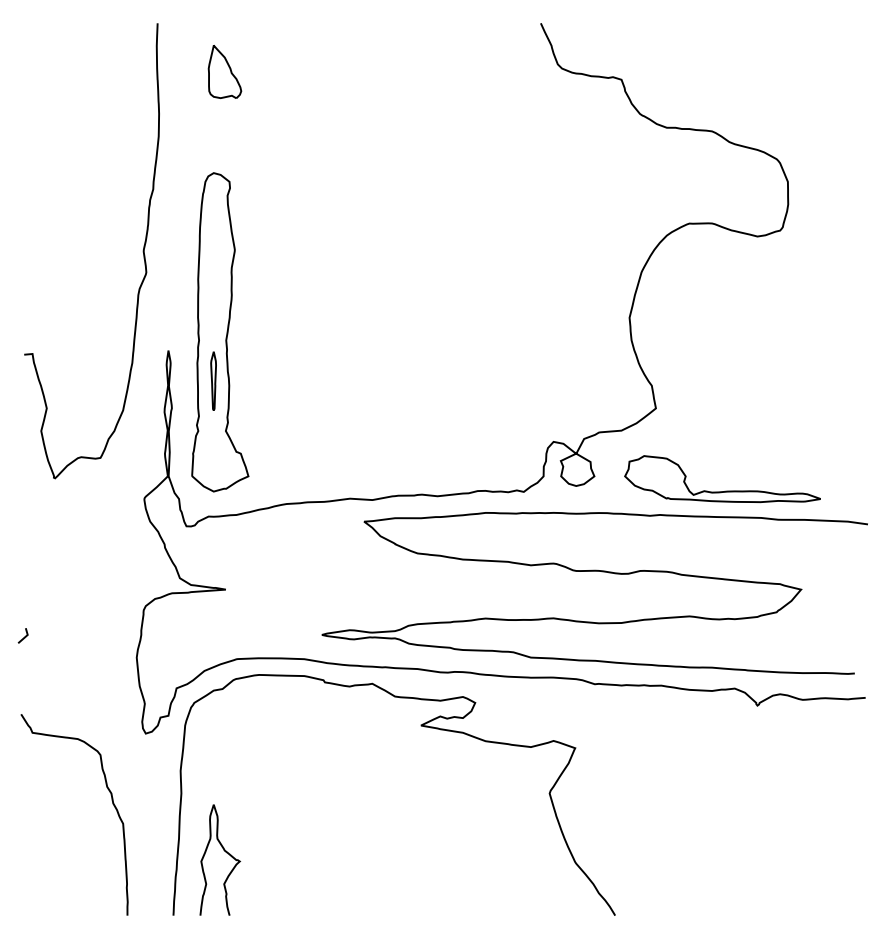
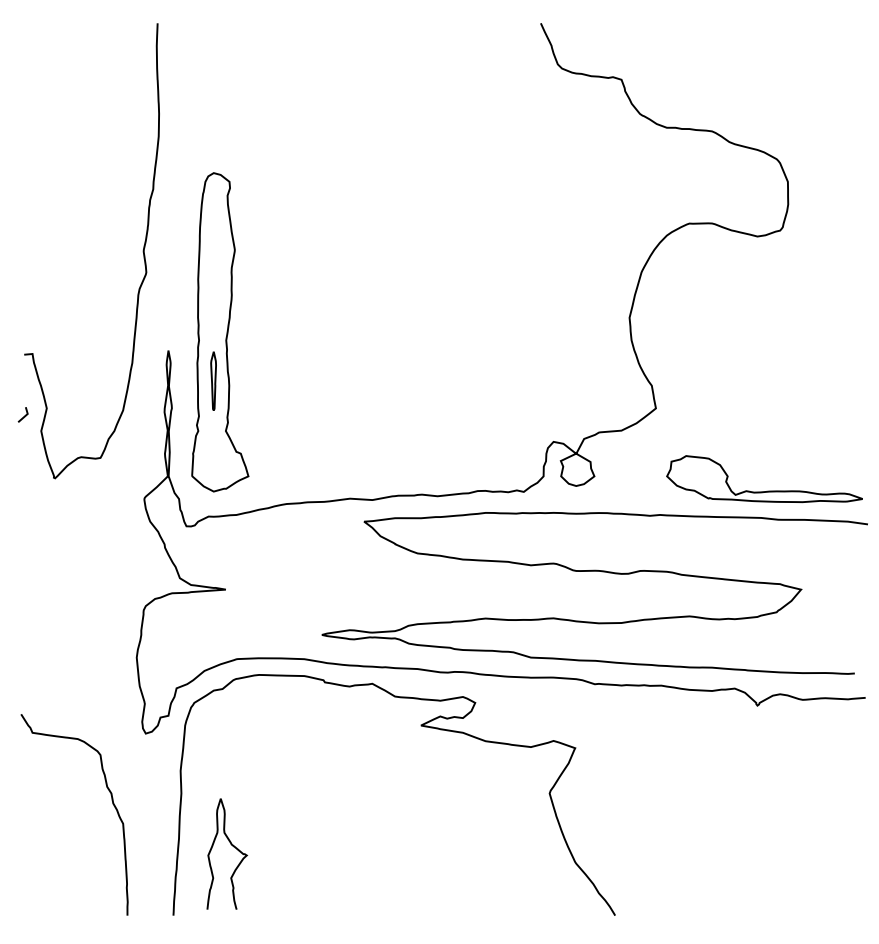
part at (224, 71): present -> none
part at (725, 490) position: (725, 490) -> (767, 490)
line at (24, 636) position: (24, 636) -> (24, 415)
curve at (226, 853) position: (226, 853) -> (233, 847)
